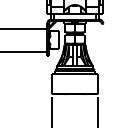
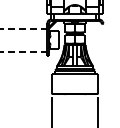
line at (24, 29): solid -> dashed
line at (24, 51): solid -> dashed
